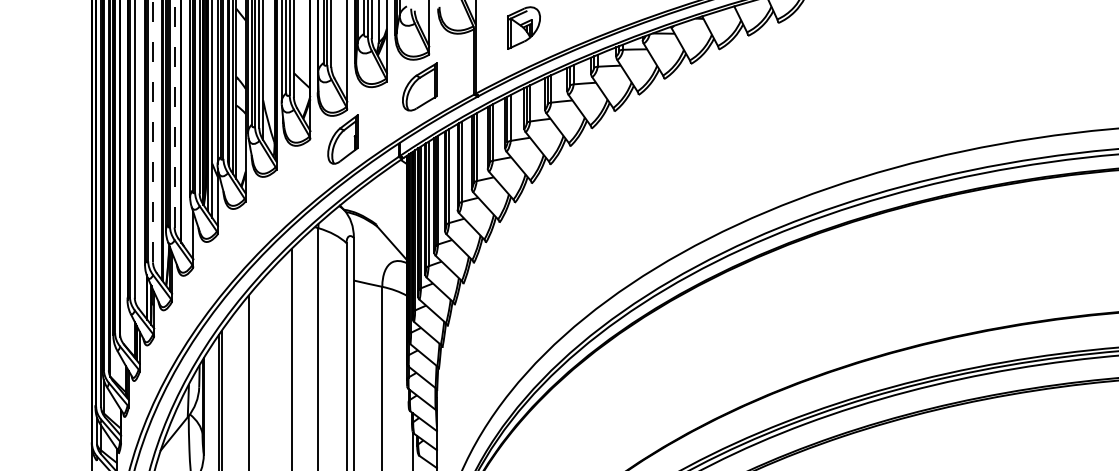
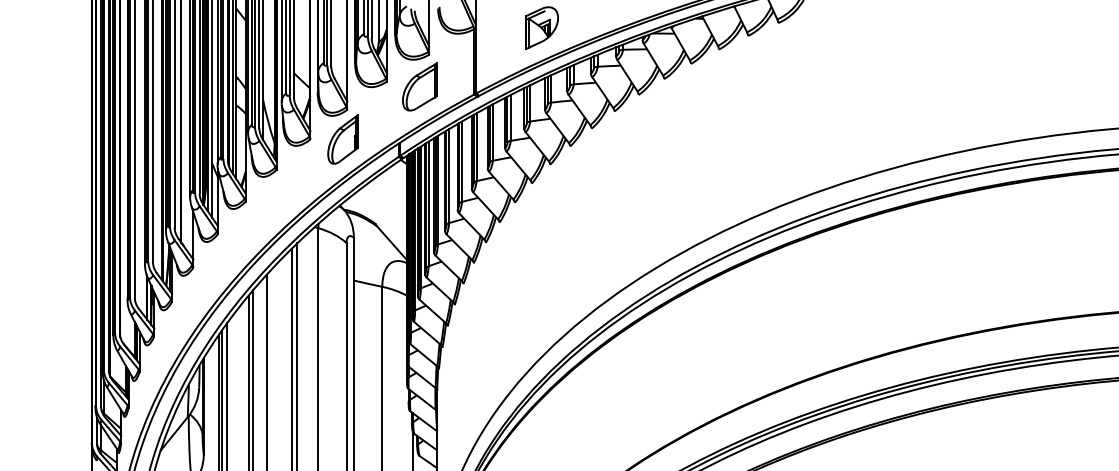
part at (523, 27) position: (523, 27) -> (541, 27)
line at (174, 113): dashed -> solid
line at (153, 131): dashed -> solid
line at (297, 355): none -> present
line at (266, 371): none -> present
line at (253, 378): none -> present
line at (227, 395): none -> present
